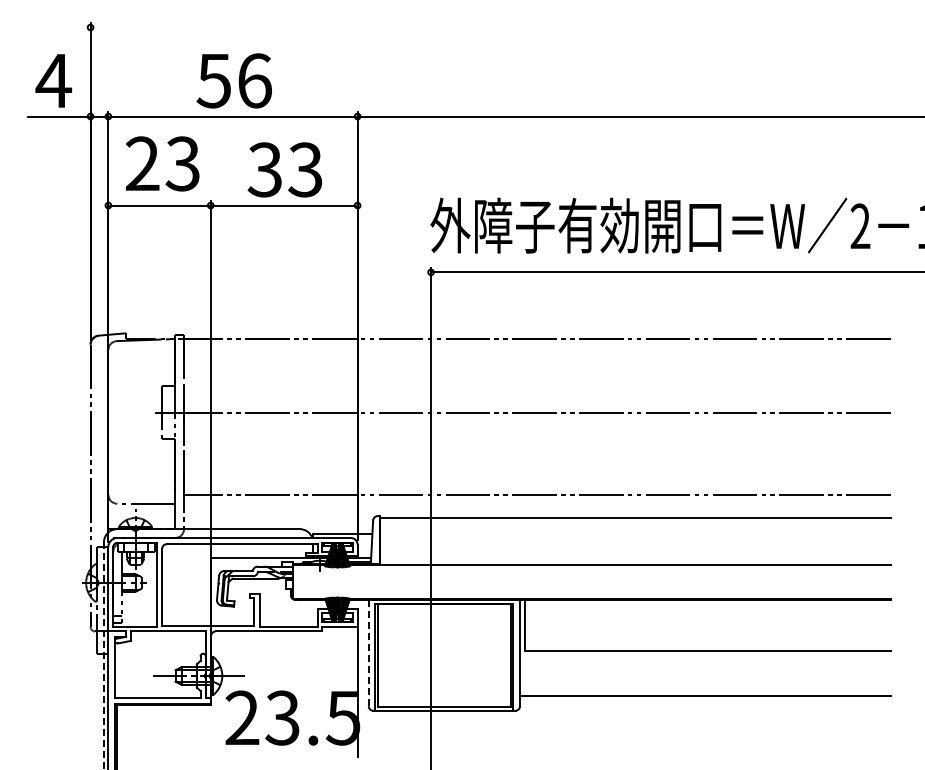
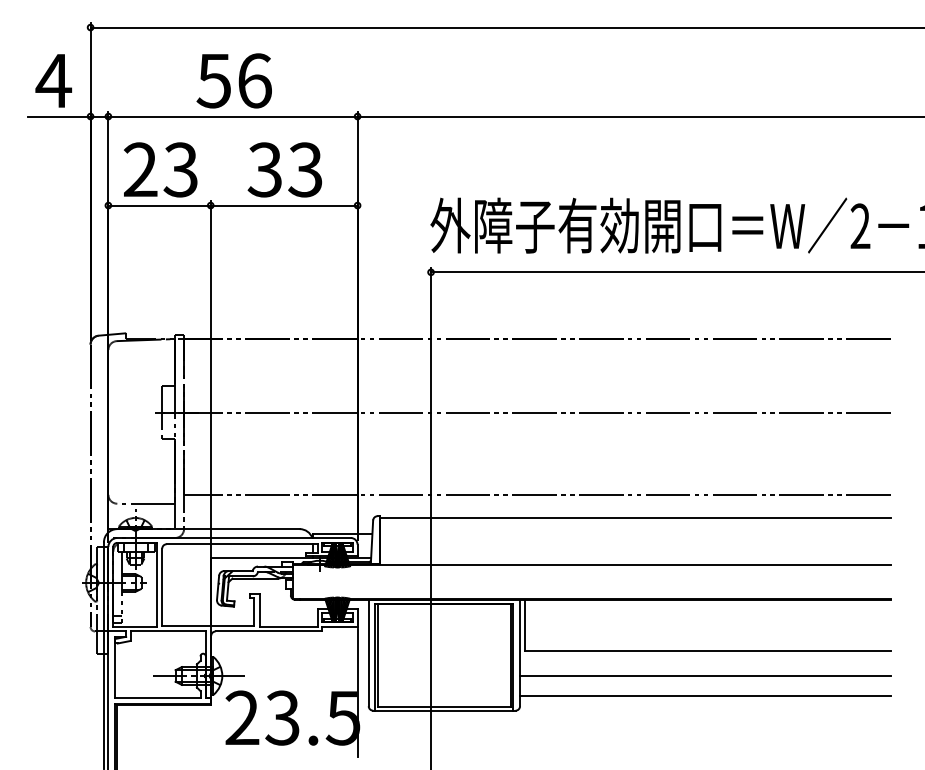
line at (505, 27): none -> present
text at (162, 163) position: (162, 163) -> (160, 169)
line at (368, 652): dashed -> solid
line at (103, 655): dashed -> solid
line at (705, 675): none -> present
